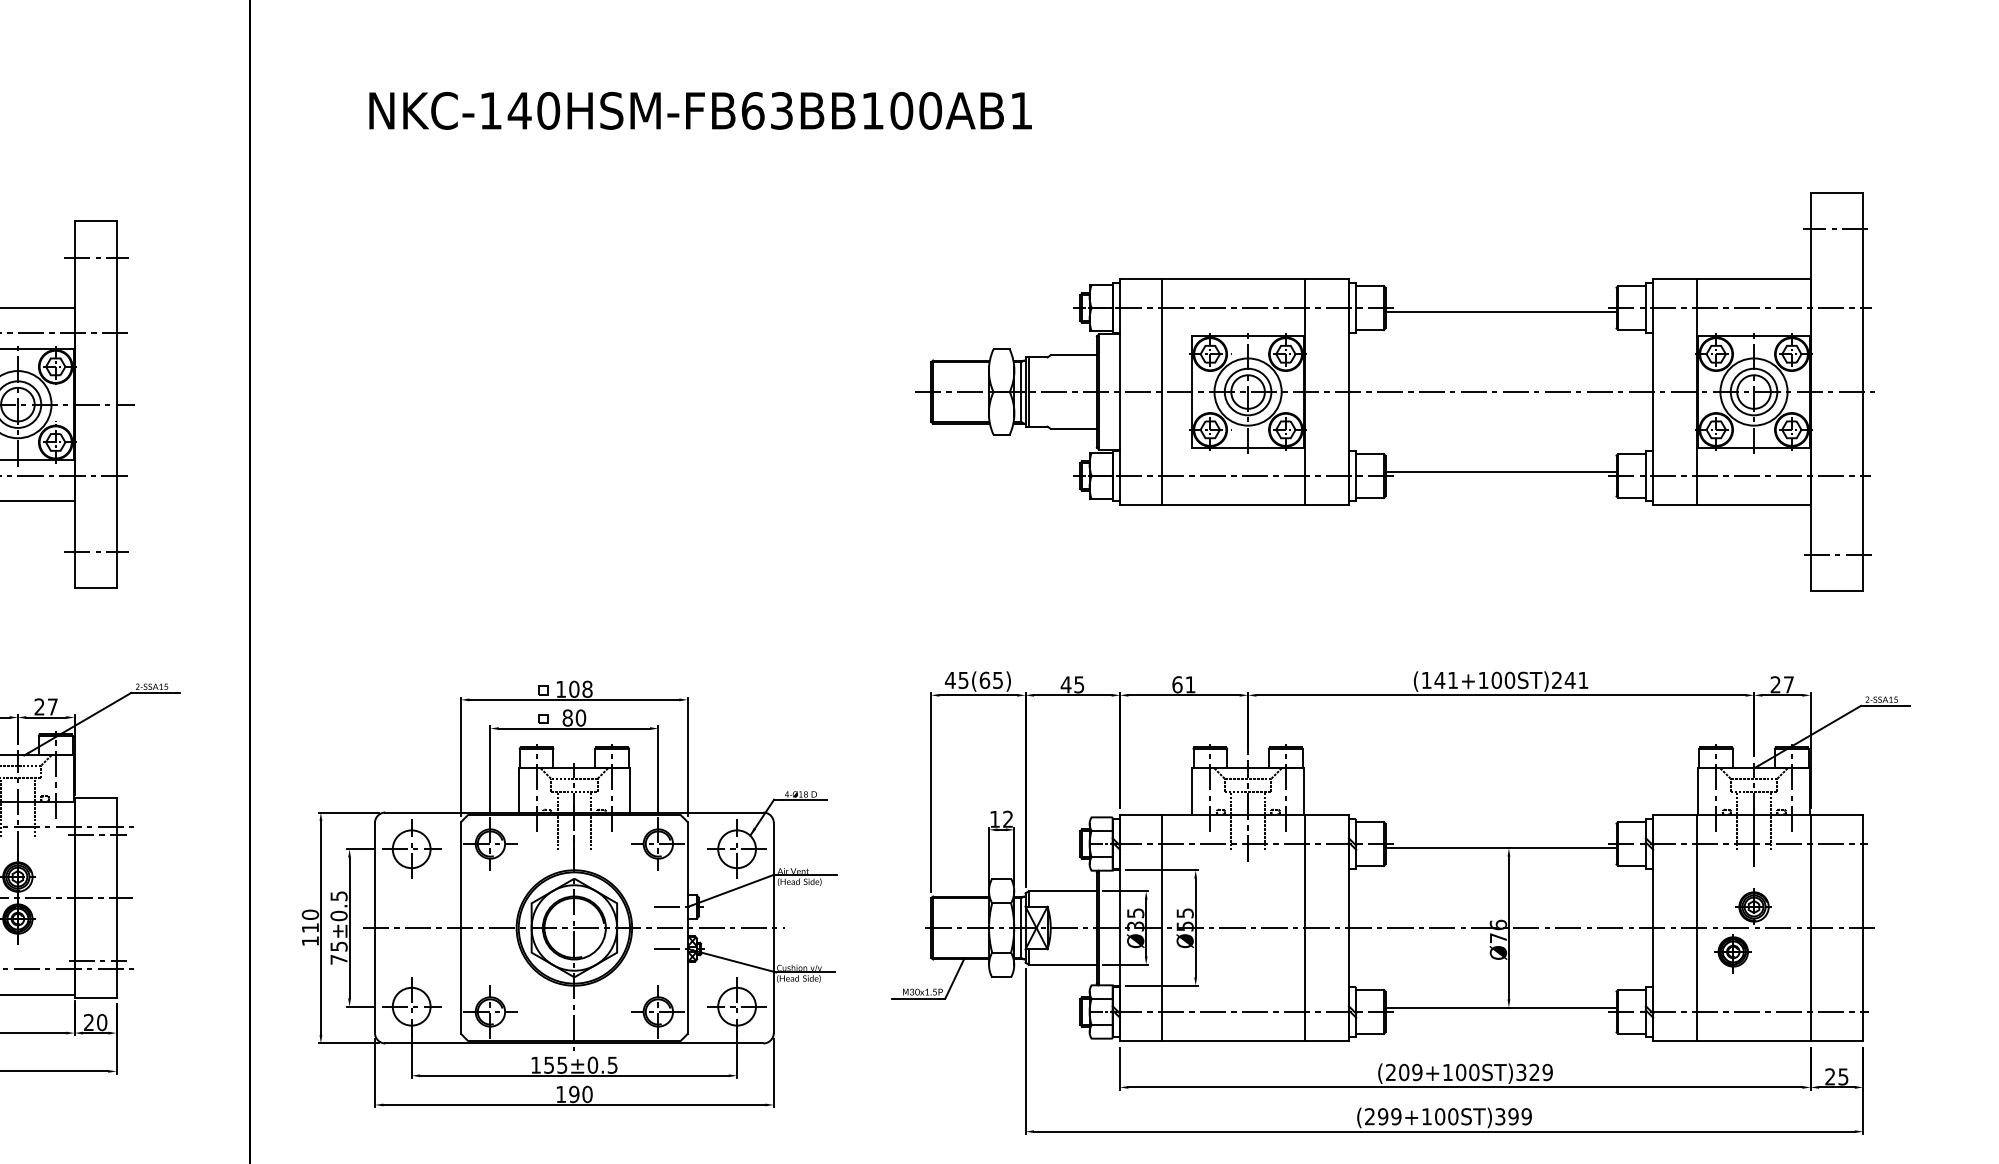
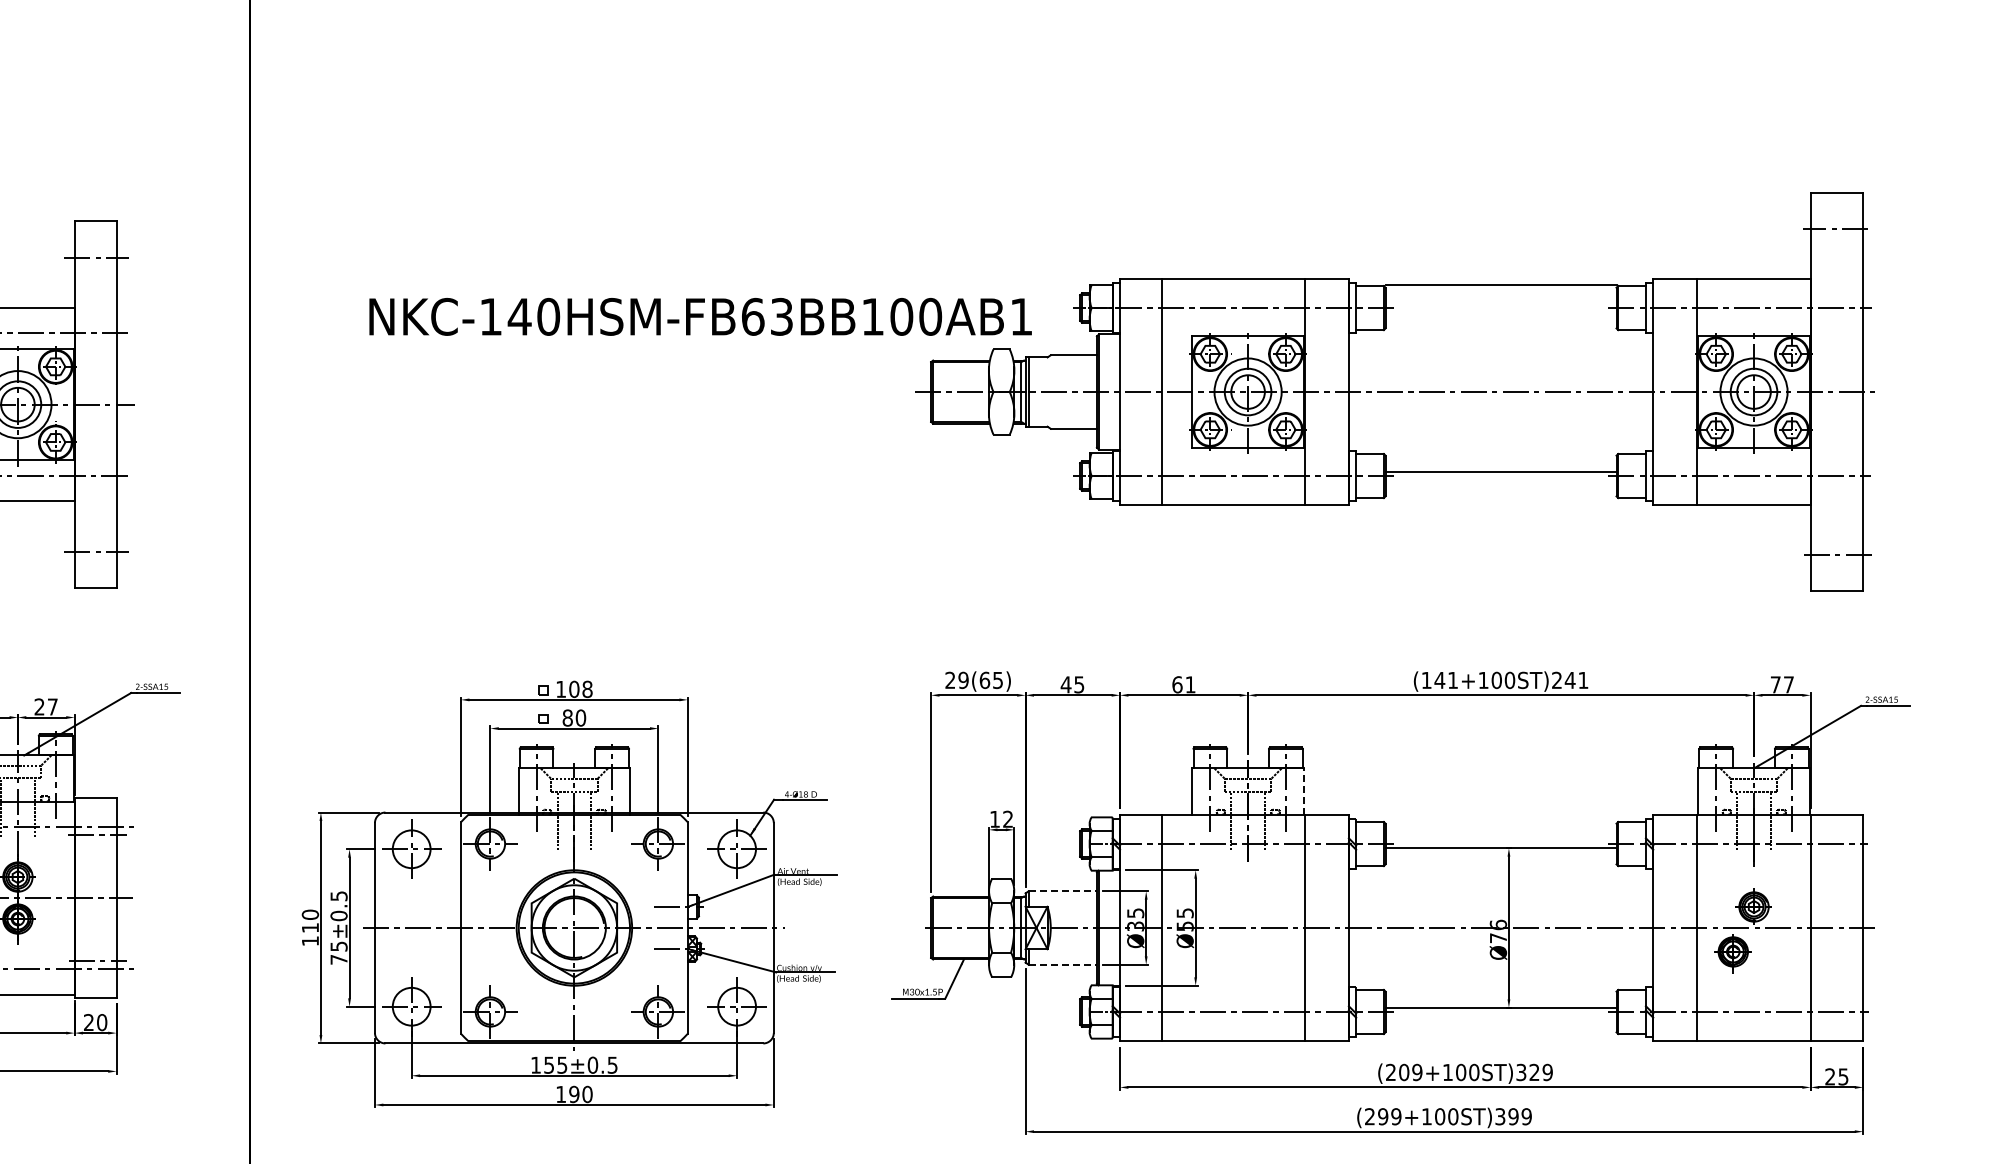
text at (700, 110) position: (700, 110) -> (700, 316)
line at (1500, 312) position: (1500, 312) -> (1500, 285)
text at (956, 679): 45(65) -> 29(65)
text at (1775, 684): 27 -> 77
line at (1303, 791): solid -> dashed
line at (1063, 891): solid -> dashed
line at (1063, 964): solid -> dashed
